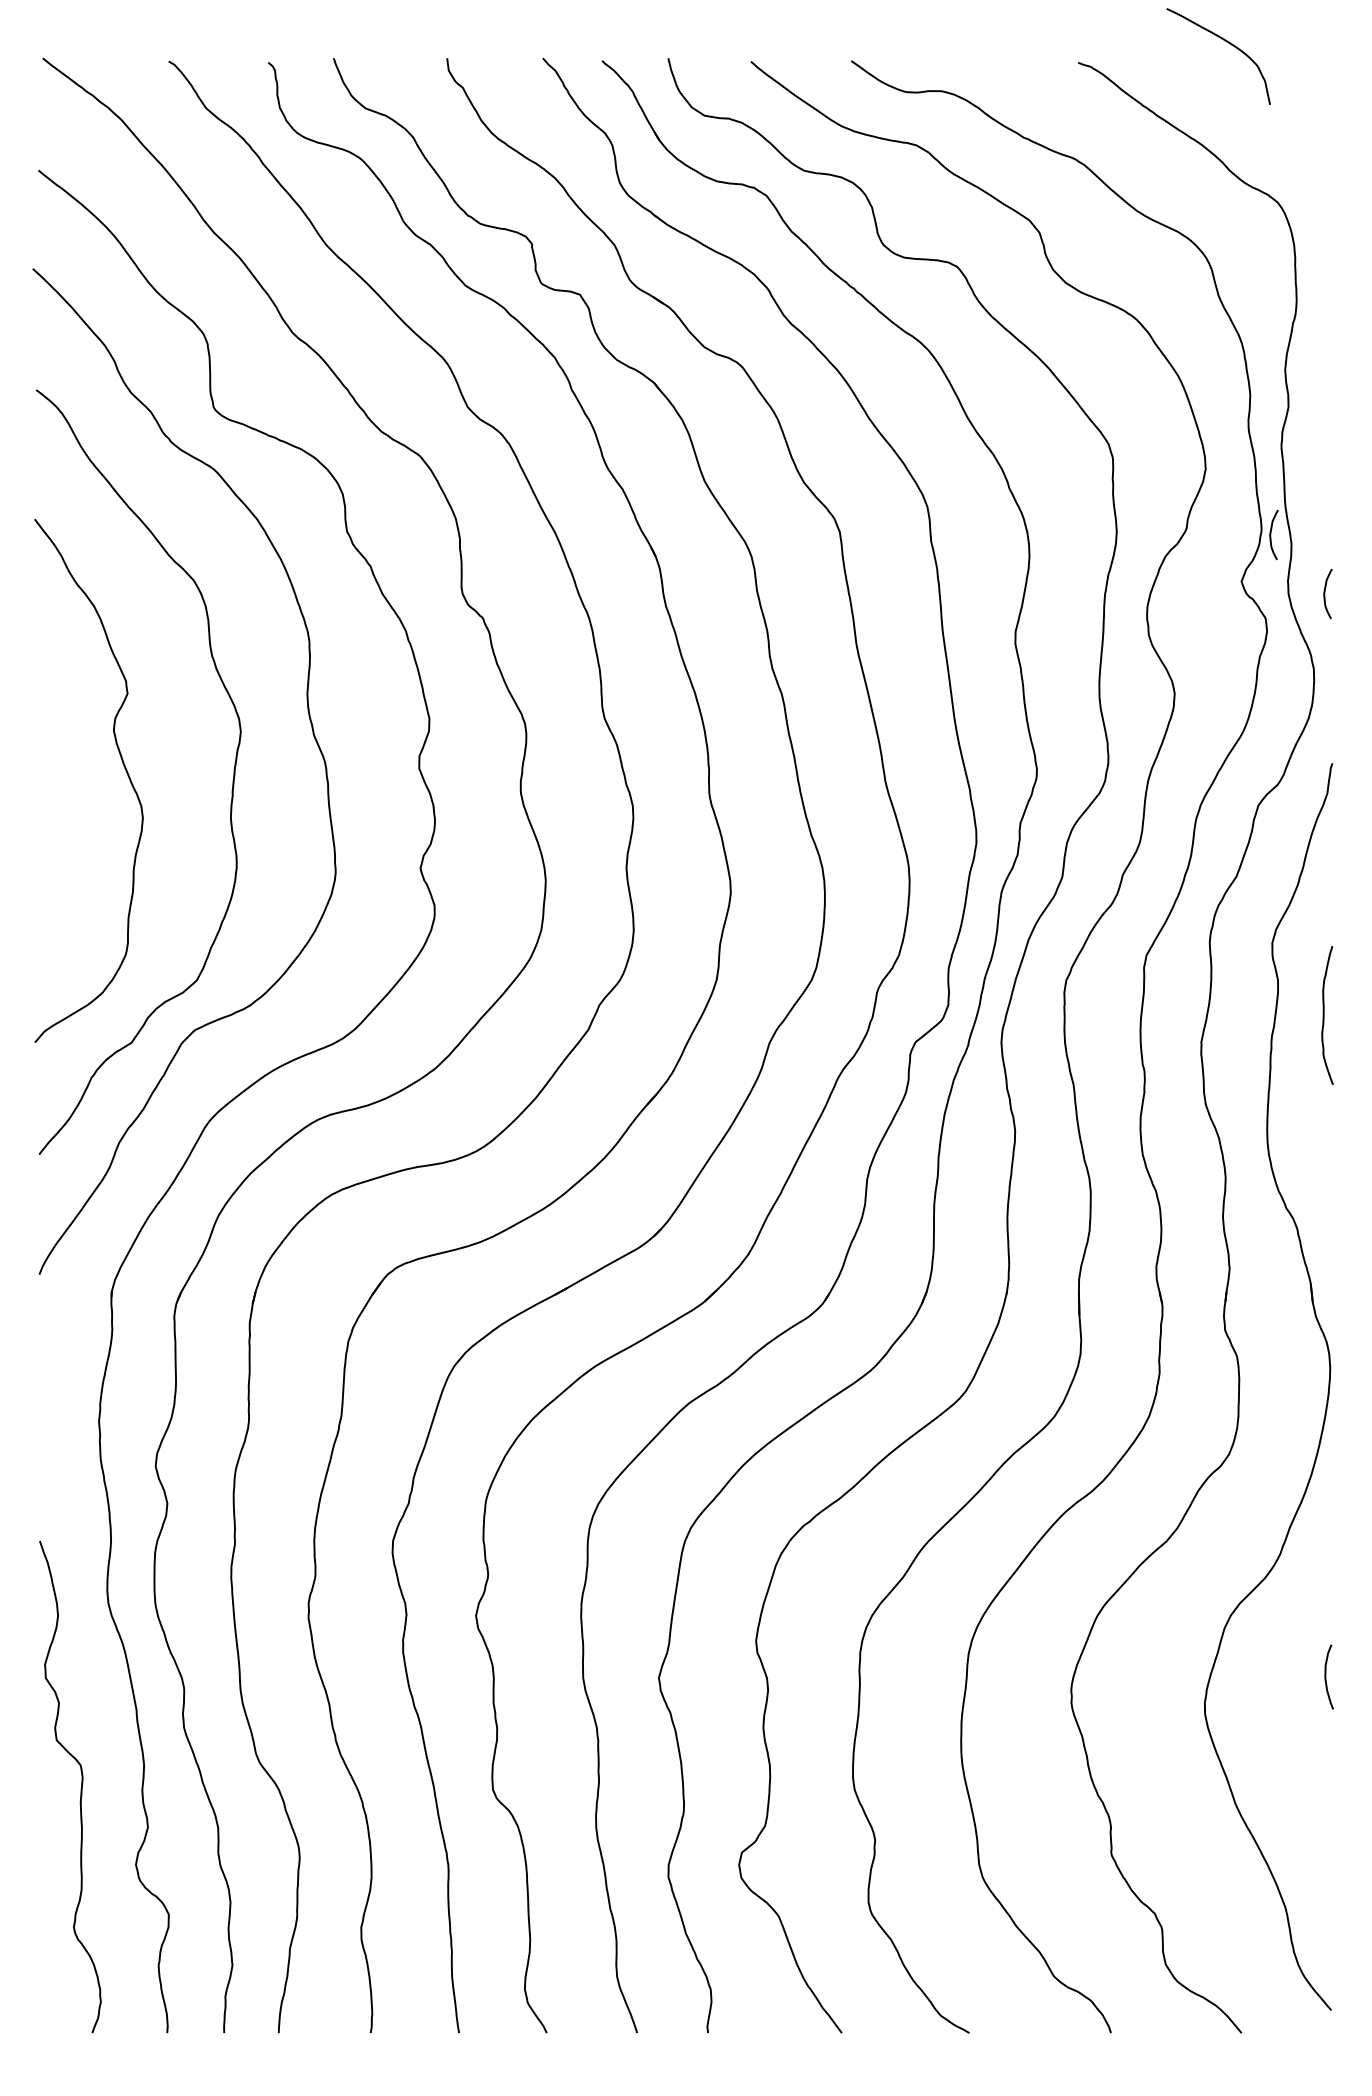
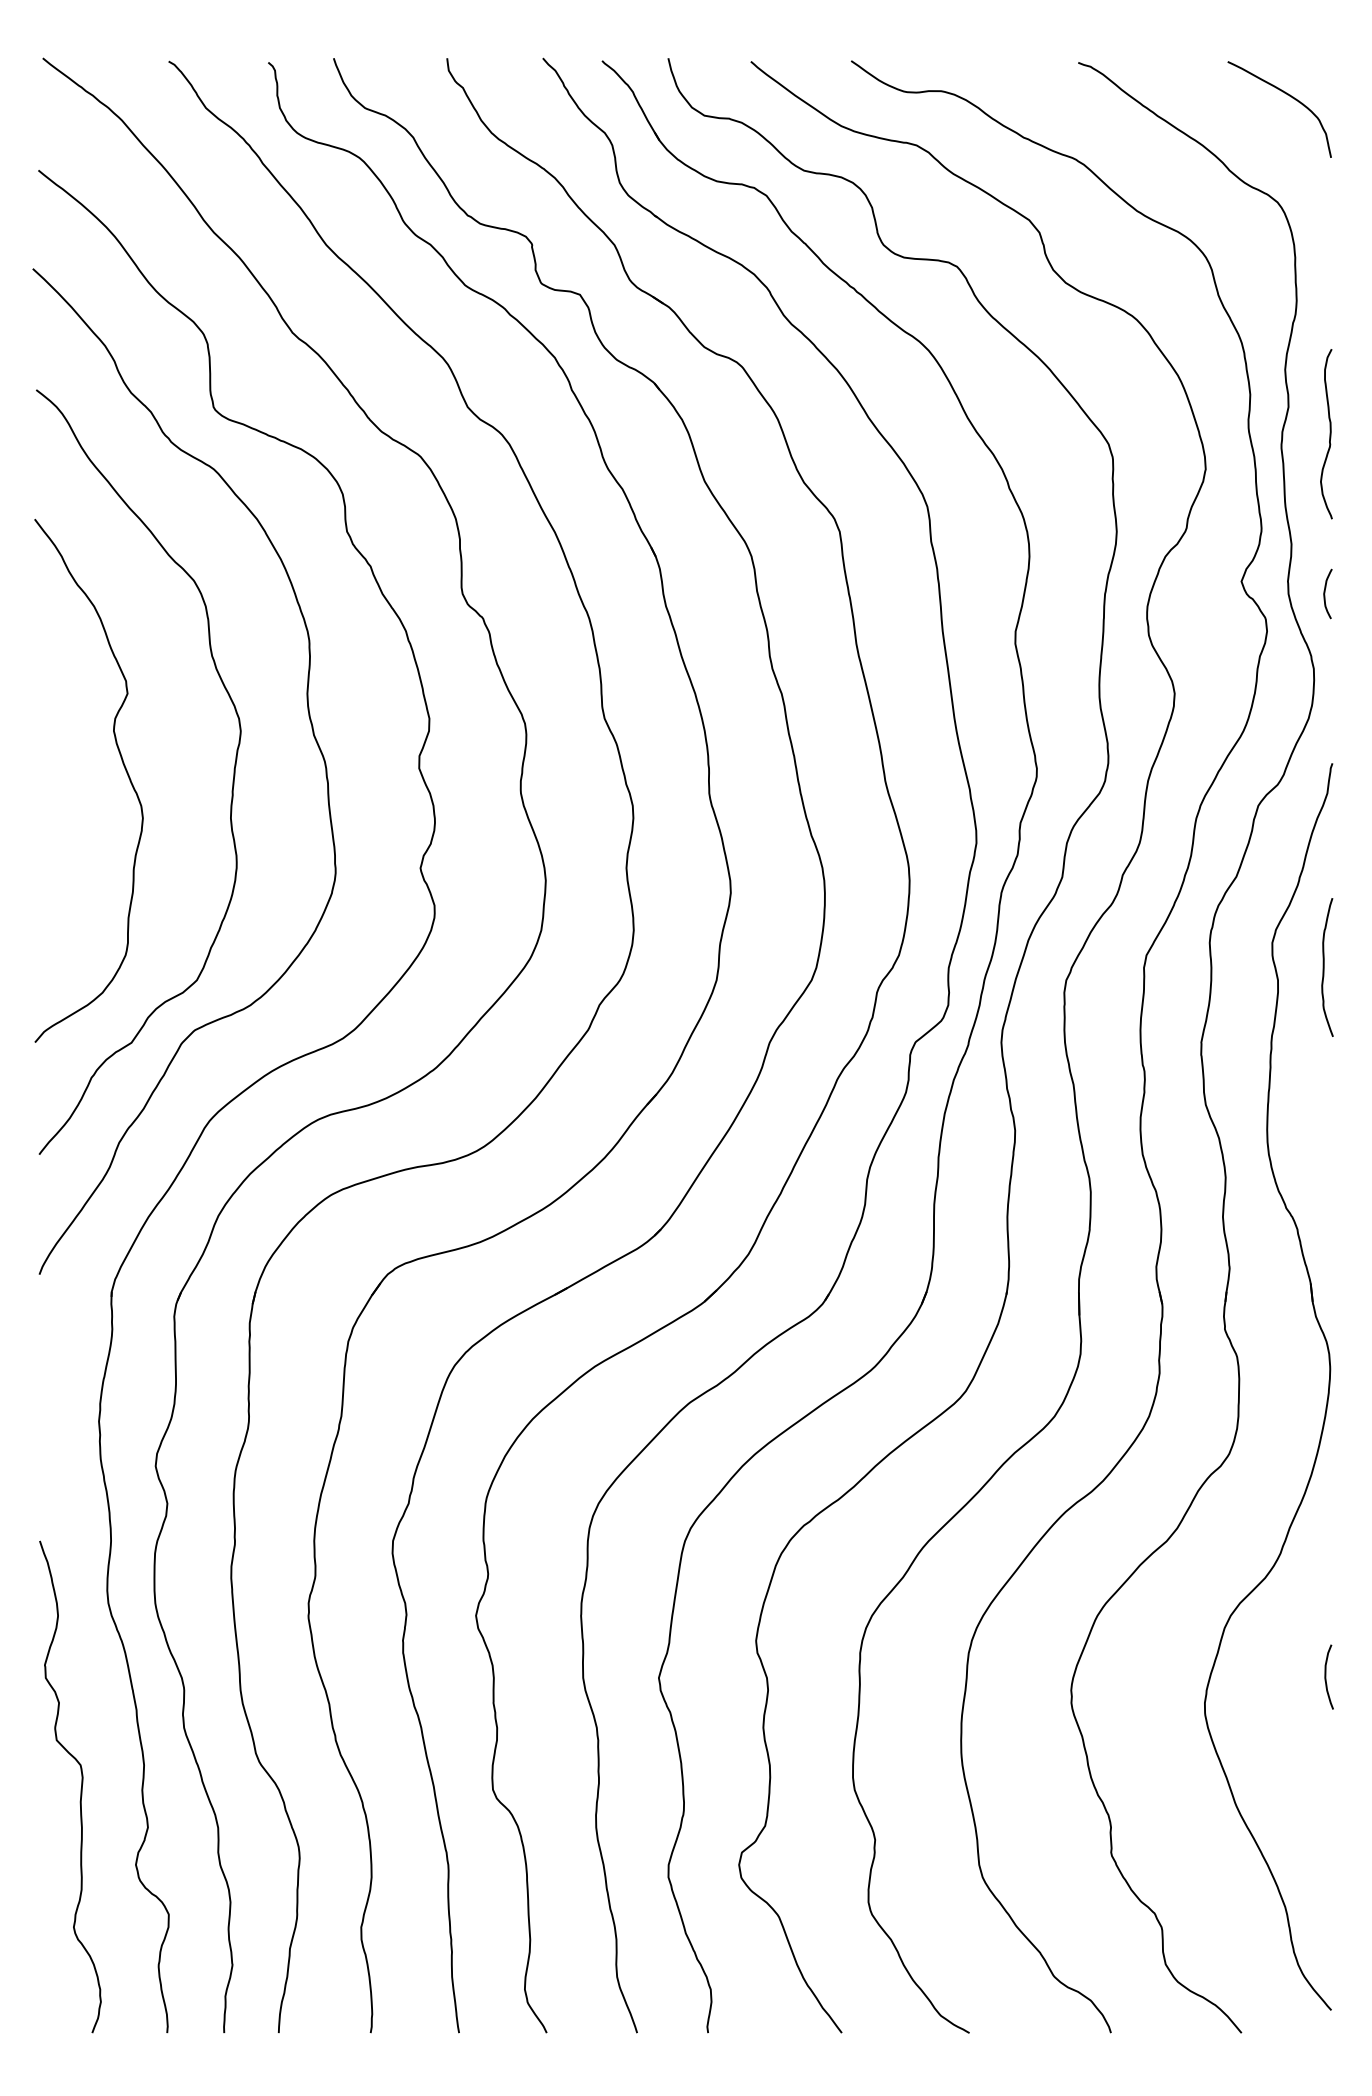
curve at (1226, 42) position: (1226, 42) -> (1287, 95)
curve at (1329, 434): none -> present
curve at (1271, 534): present -> none
curve at (1324, 1015) position: (1324, 1015) -> (1324, 967)
